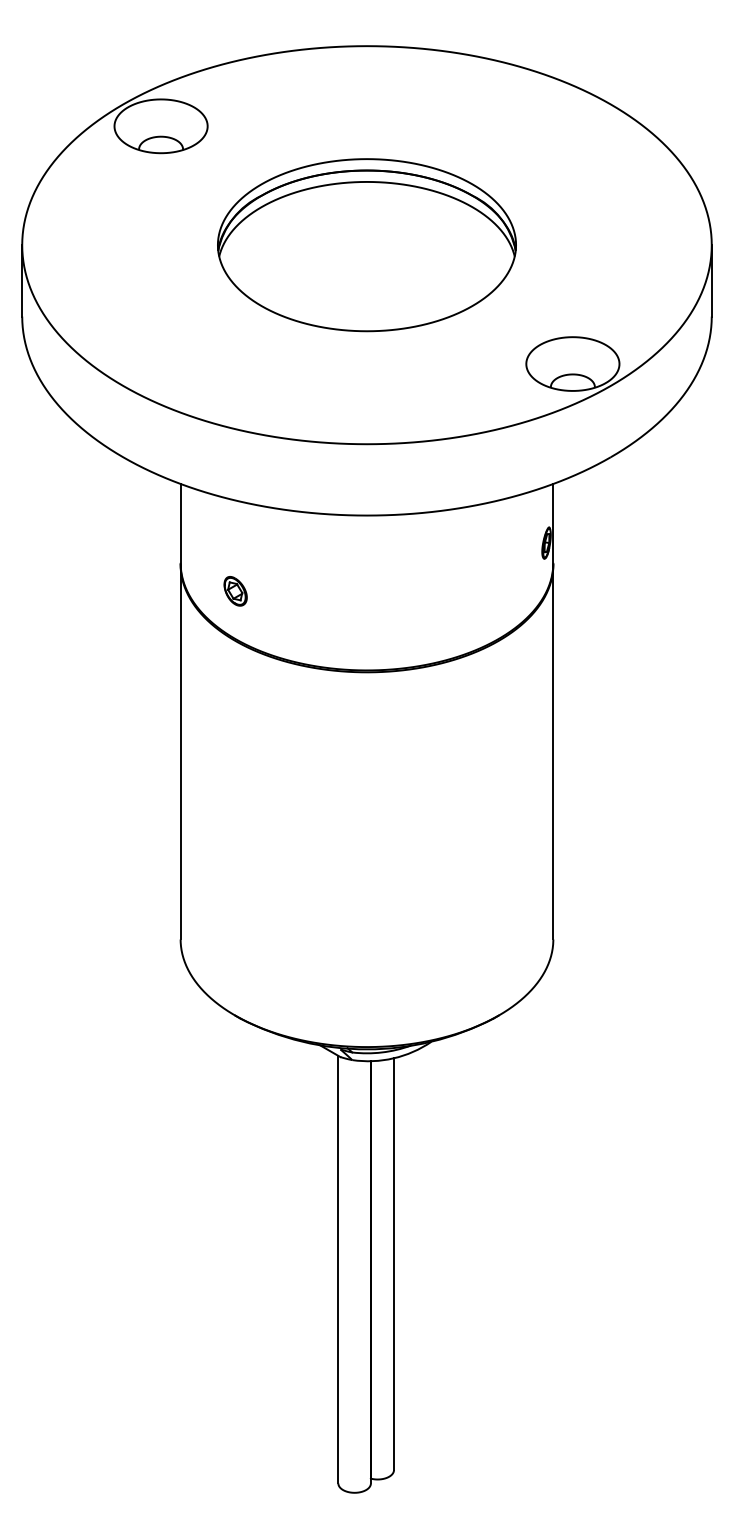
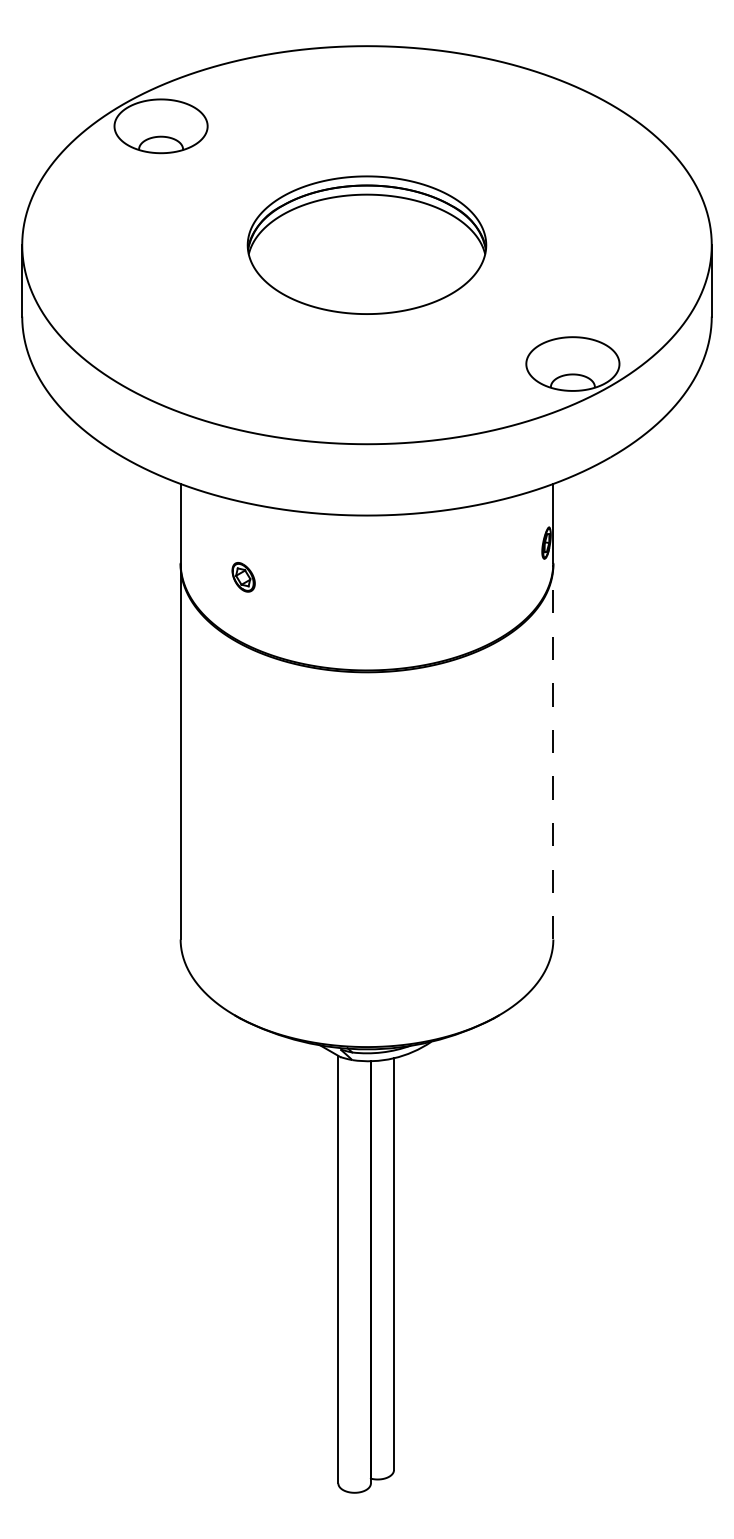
part at (366, 245) size: 300x175 px -> 242x140 px
part at (235, 591) position: (235, 591) -> (243, 577)
line at (553, 751): solid -> dashed
